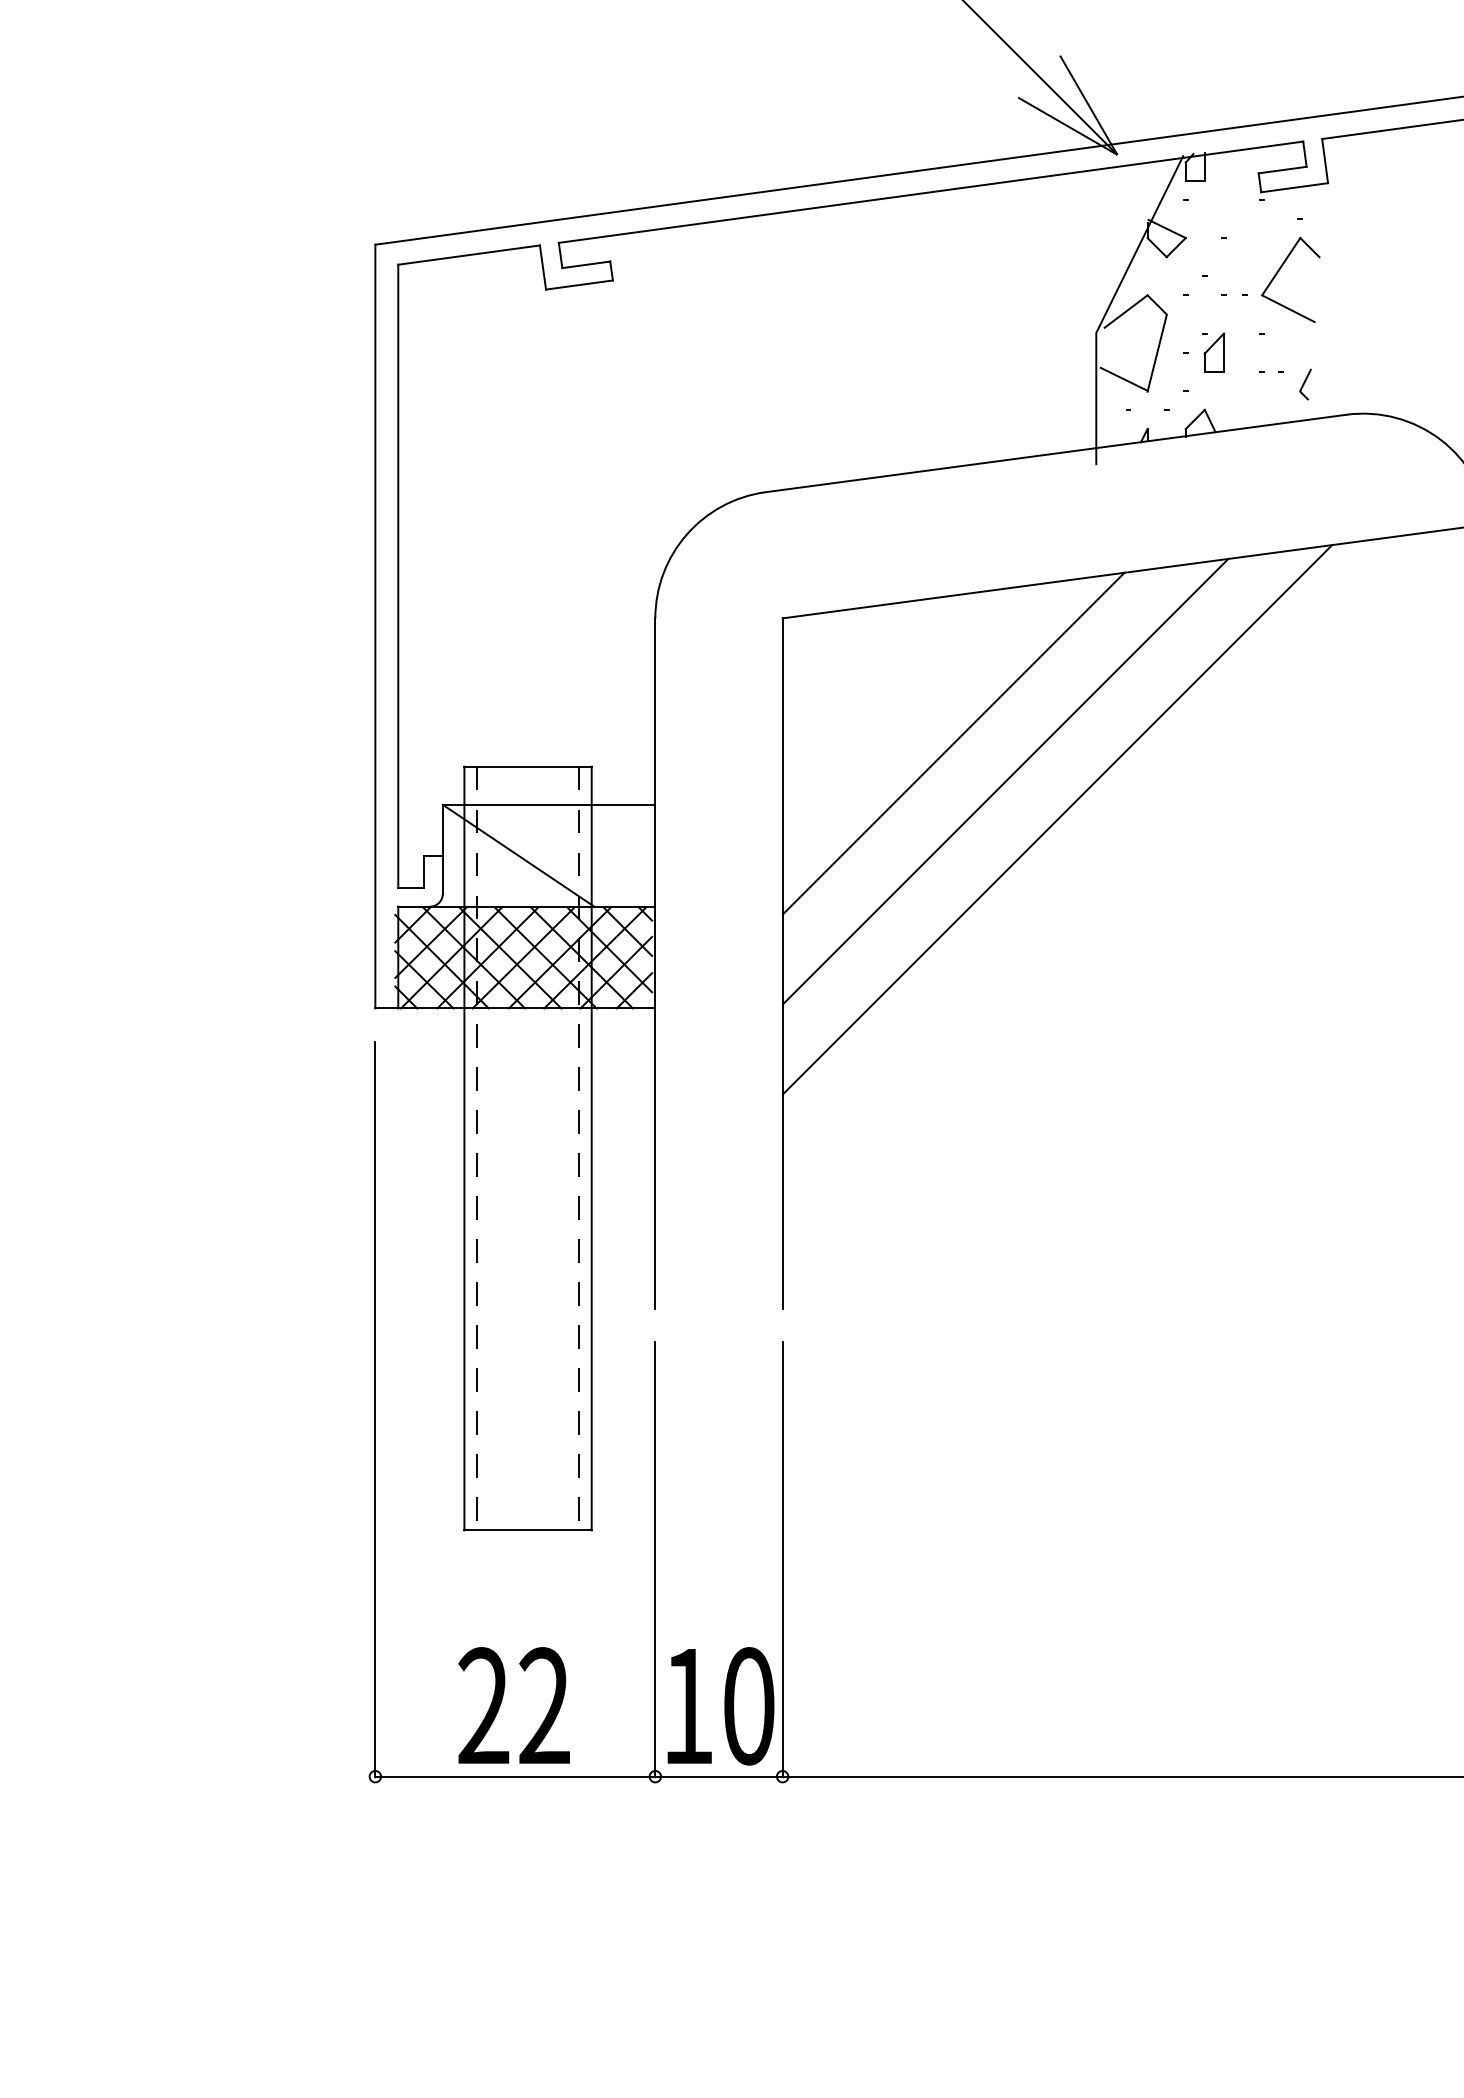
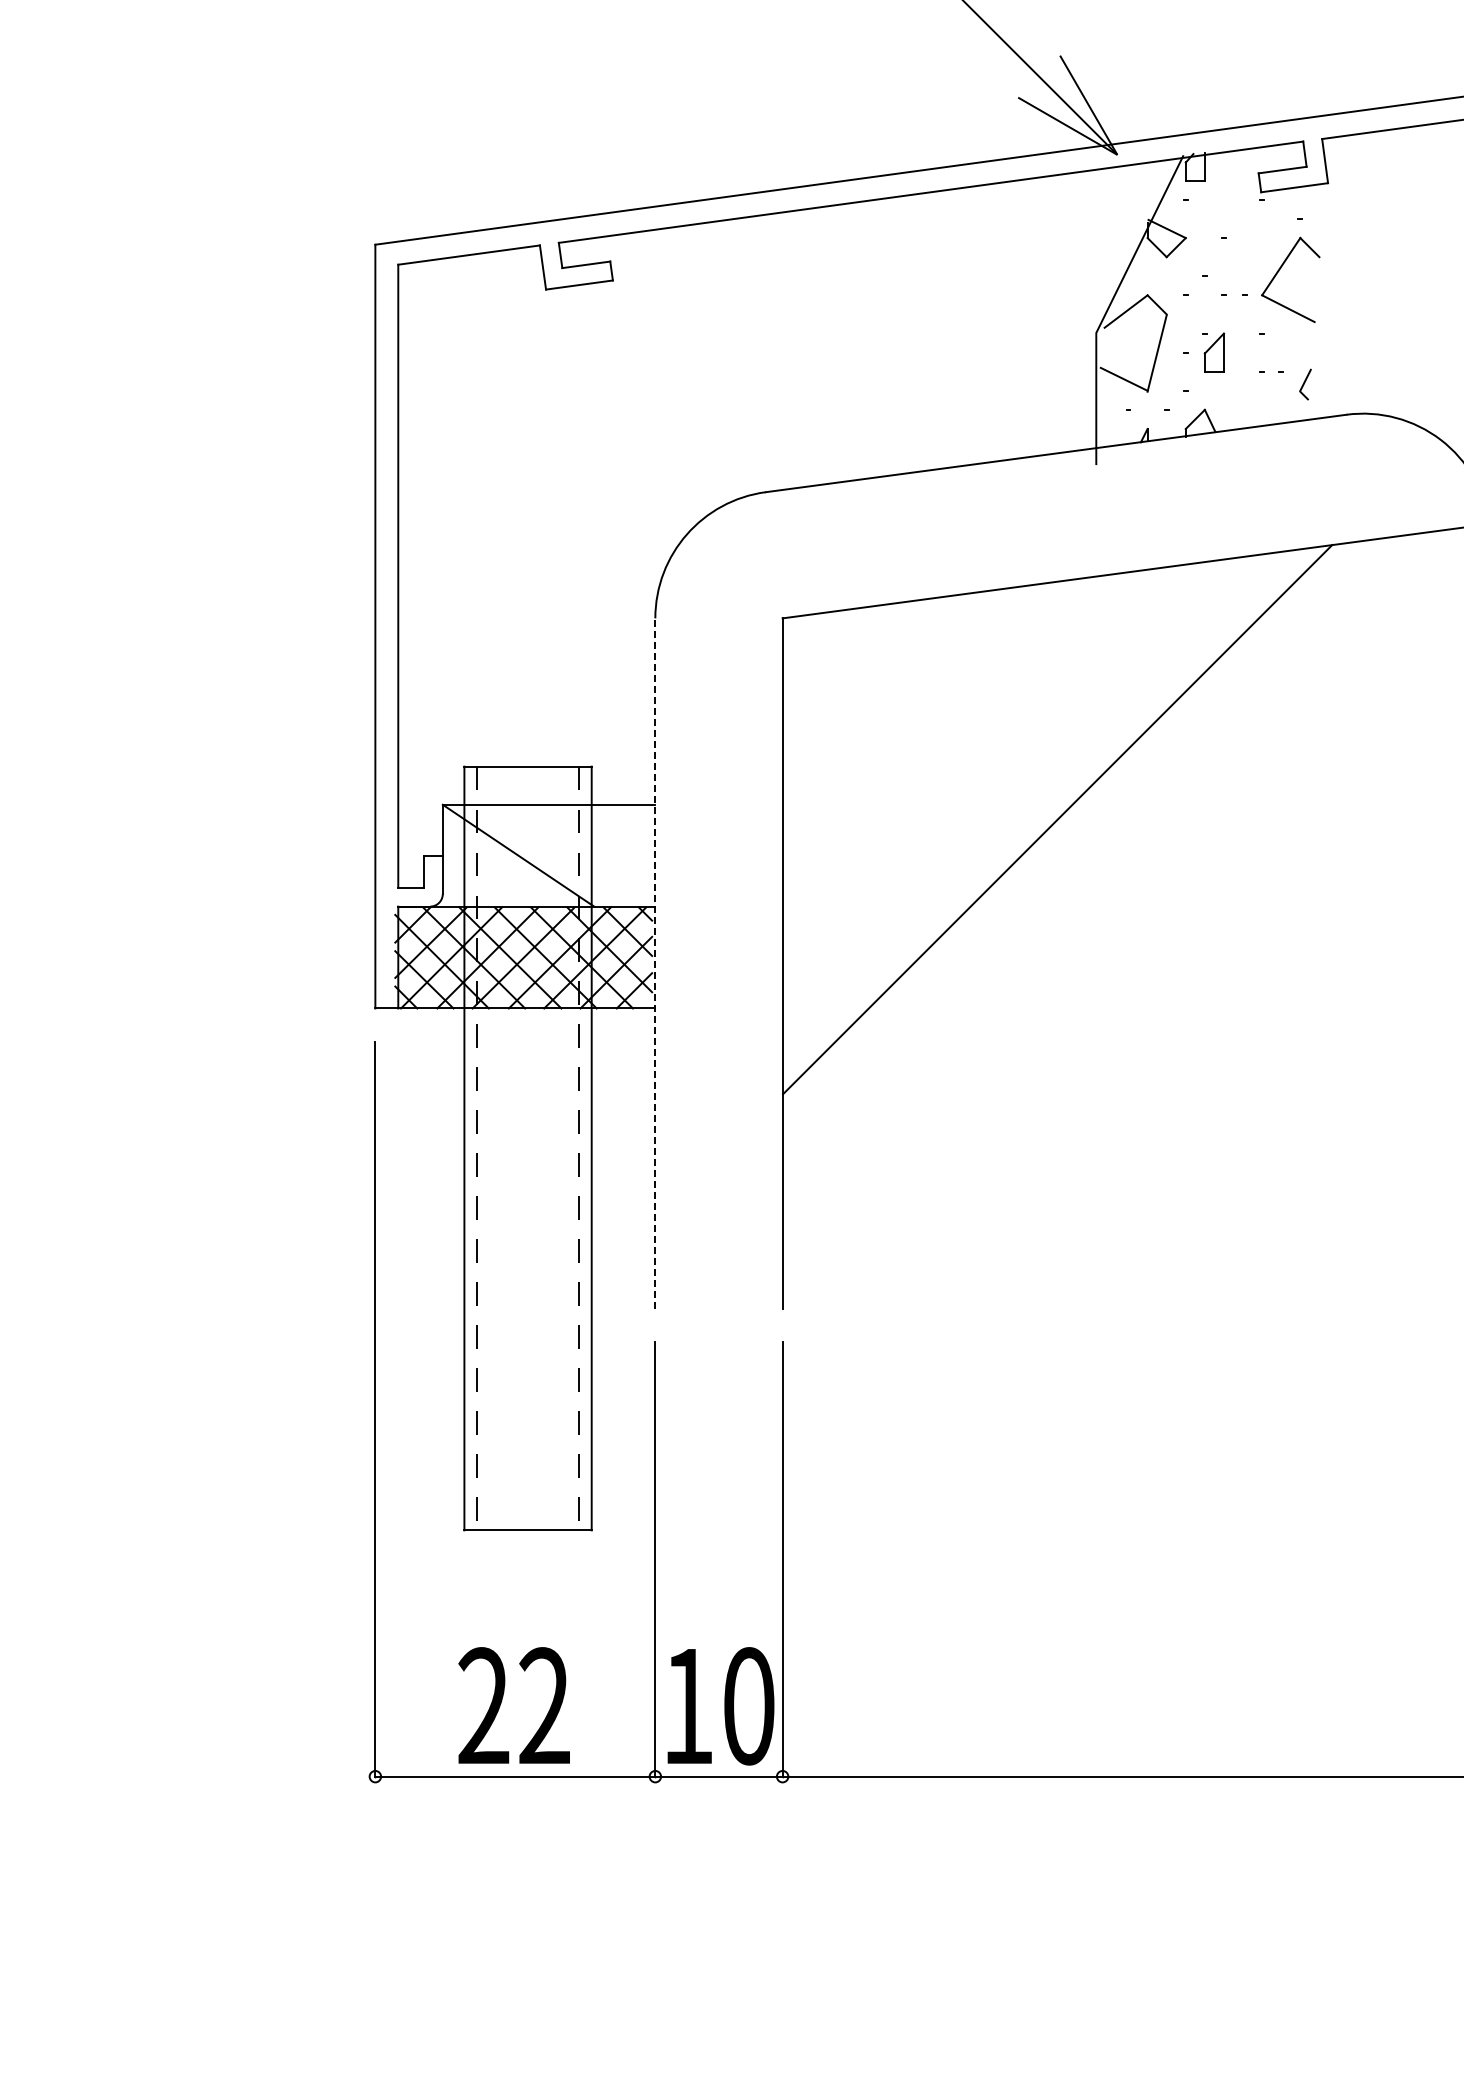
line at (953, 743): present -> none
line at (1005, 781): present -> none
line at (655, 962): solid -> dashed
